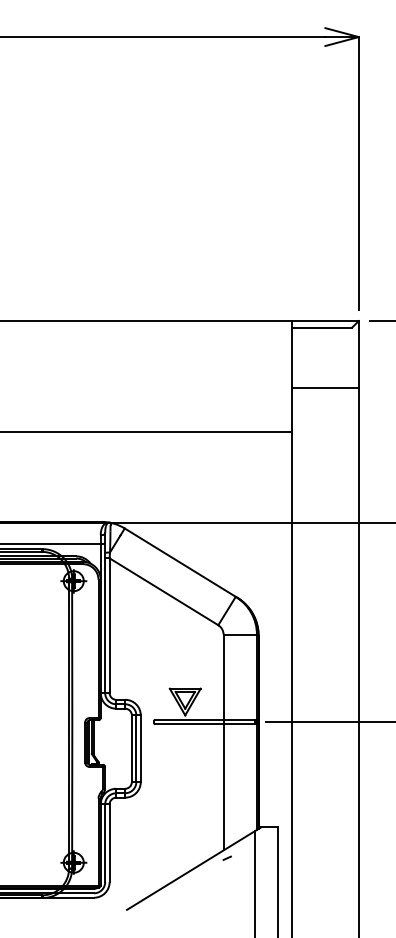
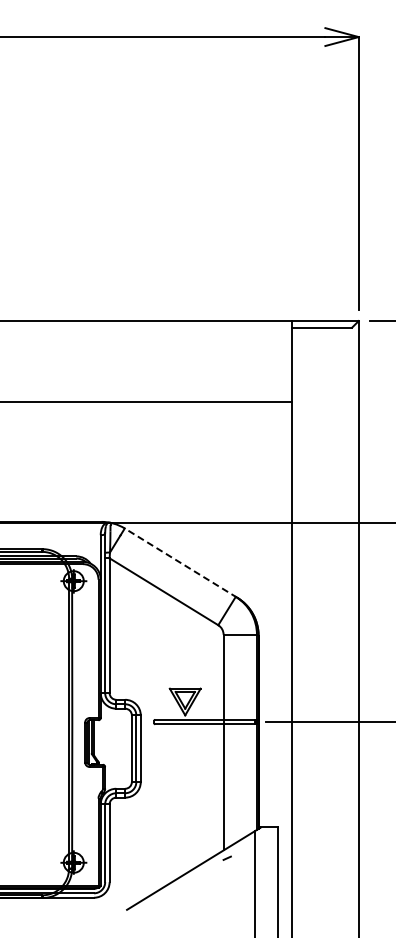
line at (325, 387): present -> none
line at (147, 432) position: (147, 432) -> (147, 402)
line at (53, 544): present -> none
line at (180, 562): solid -> dashed
